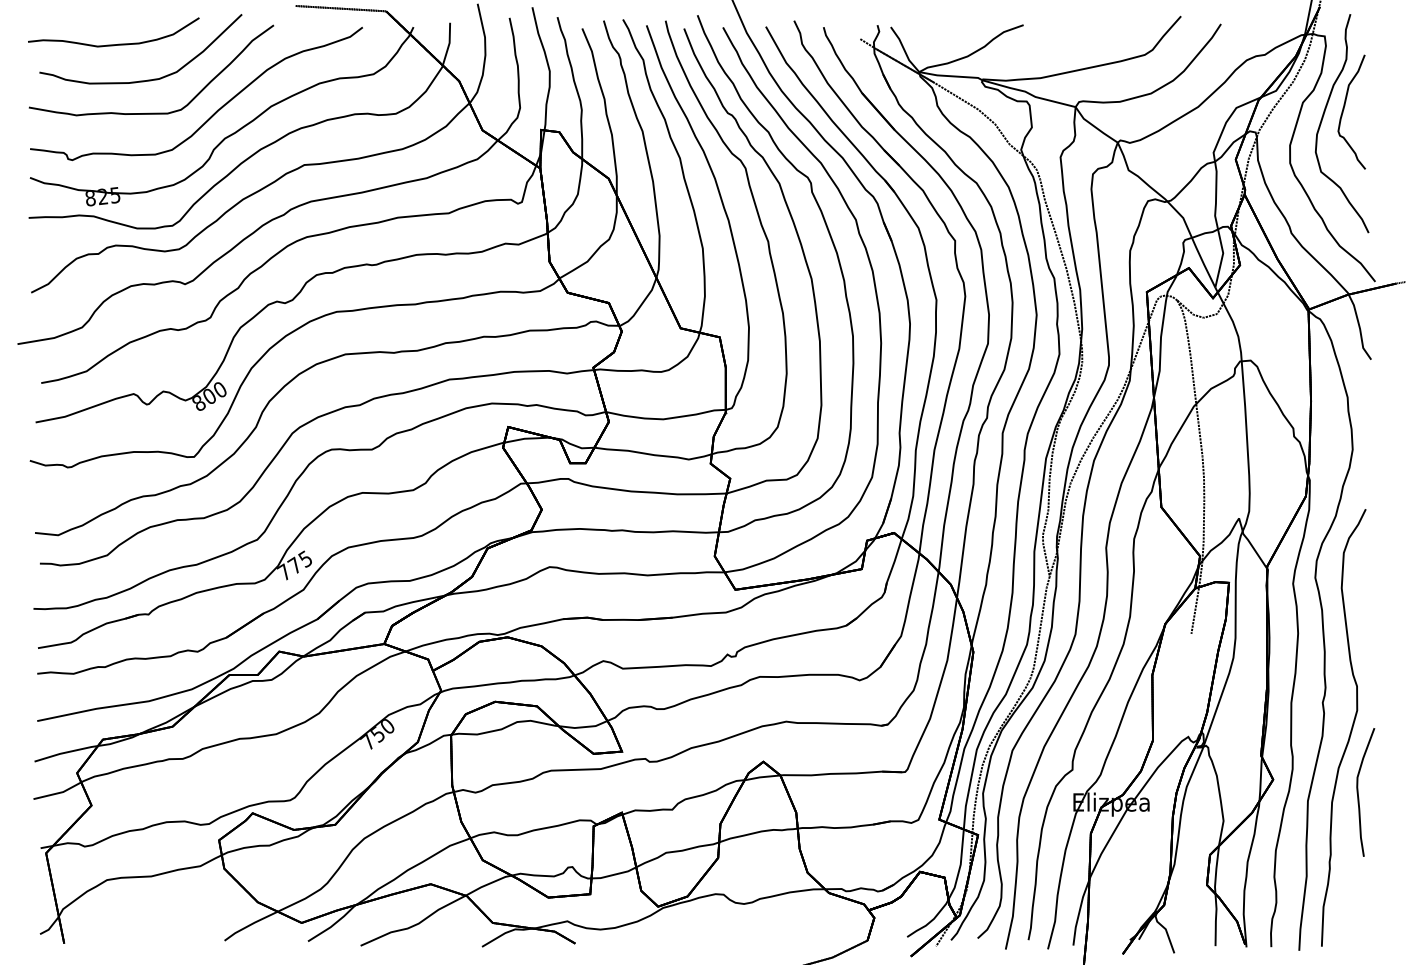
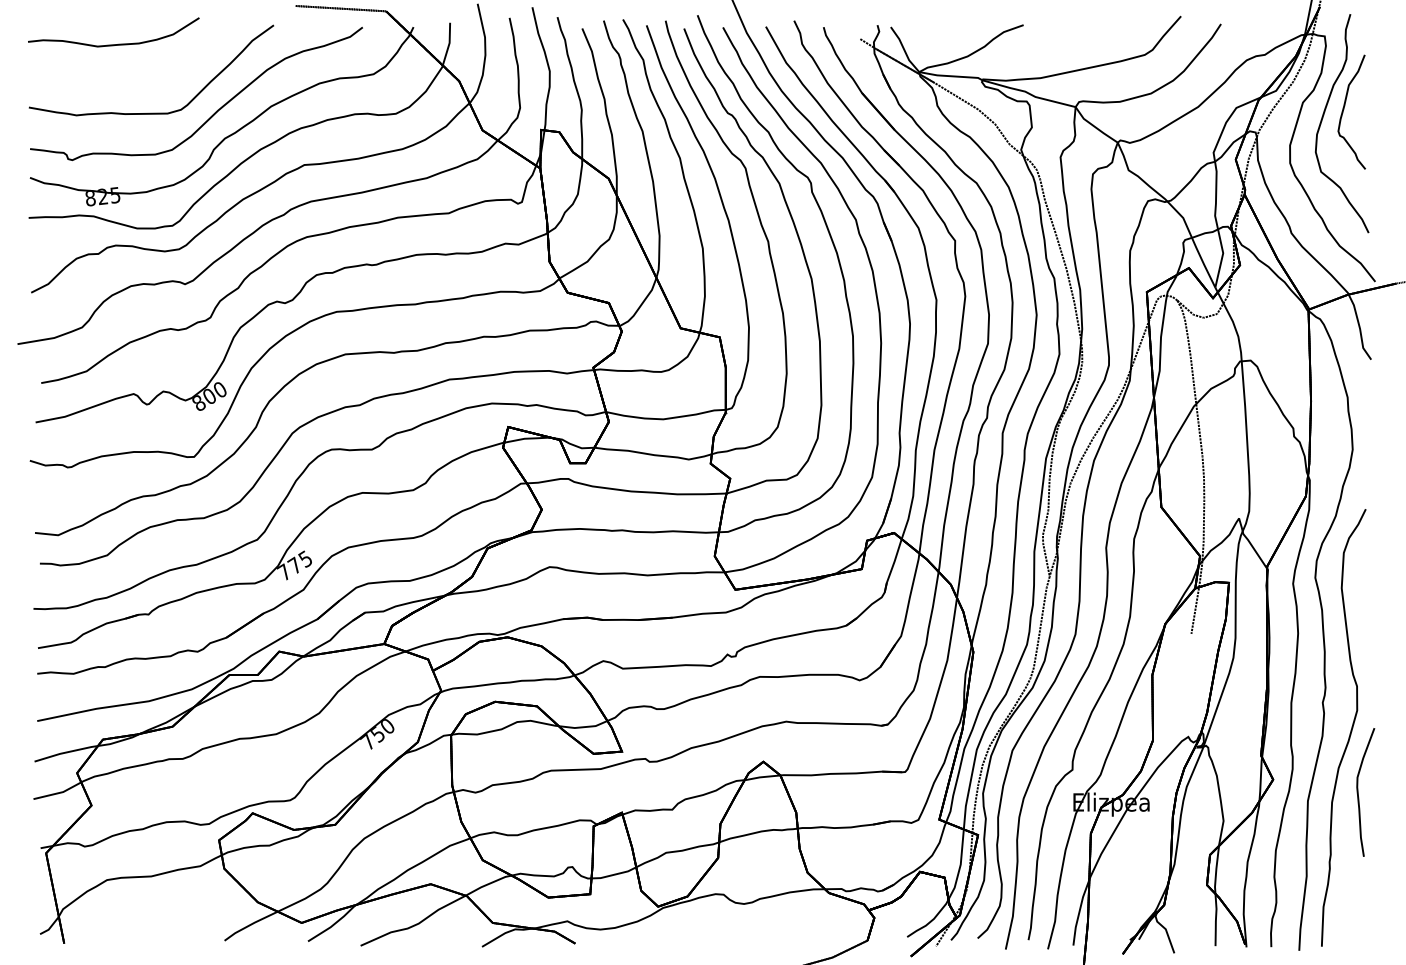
part at (147, 79): present -> none
